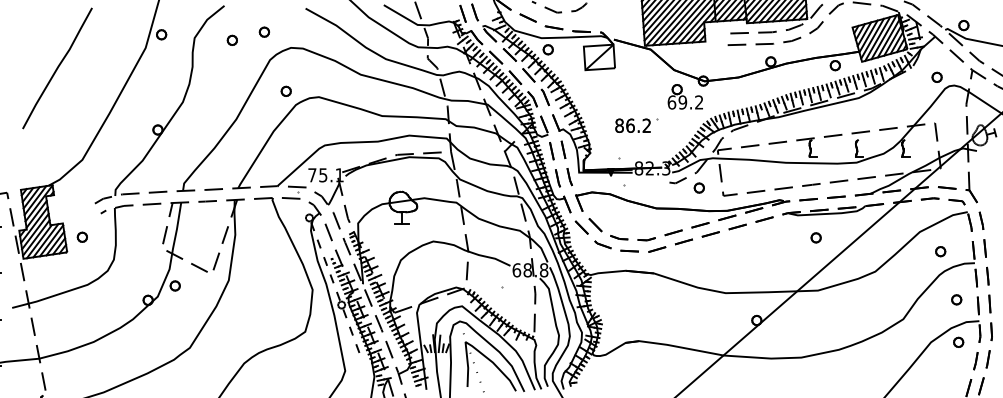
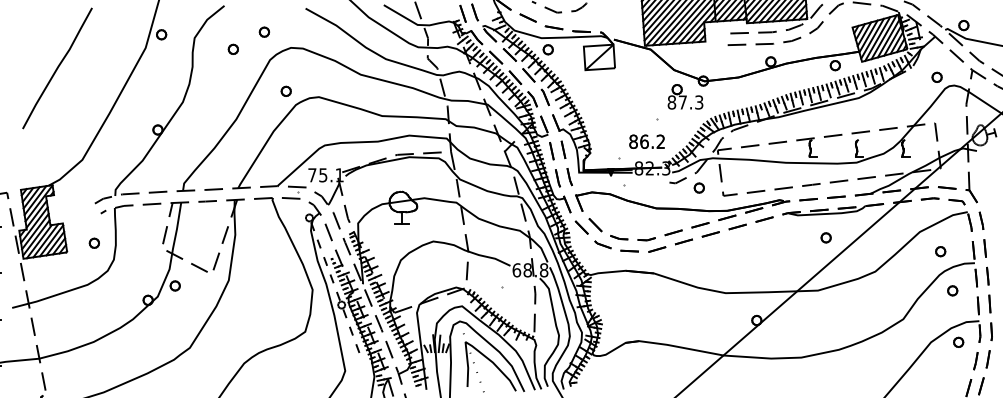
part at (231, 39) position: (231, 39) -> (232, 48)
text at (685, 102): 69.2 -> 87.3
text at (632, 125) position: (632, 125) -> (646, 141)
part at (81, 236) position: (81, 236) -> (93, 242)
part at (815, 237) position: (815, 237) -> (825, 237)
part at (956, 299) position: (956, 299) -> (952, 290)
